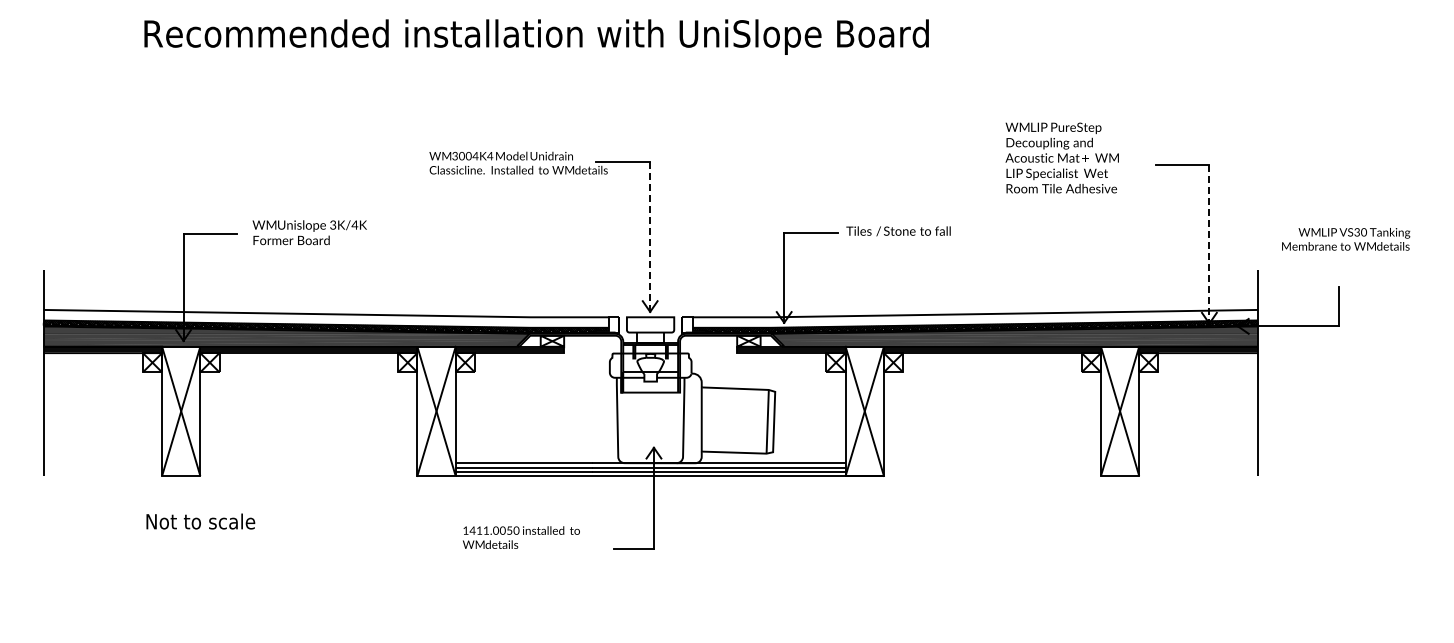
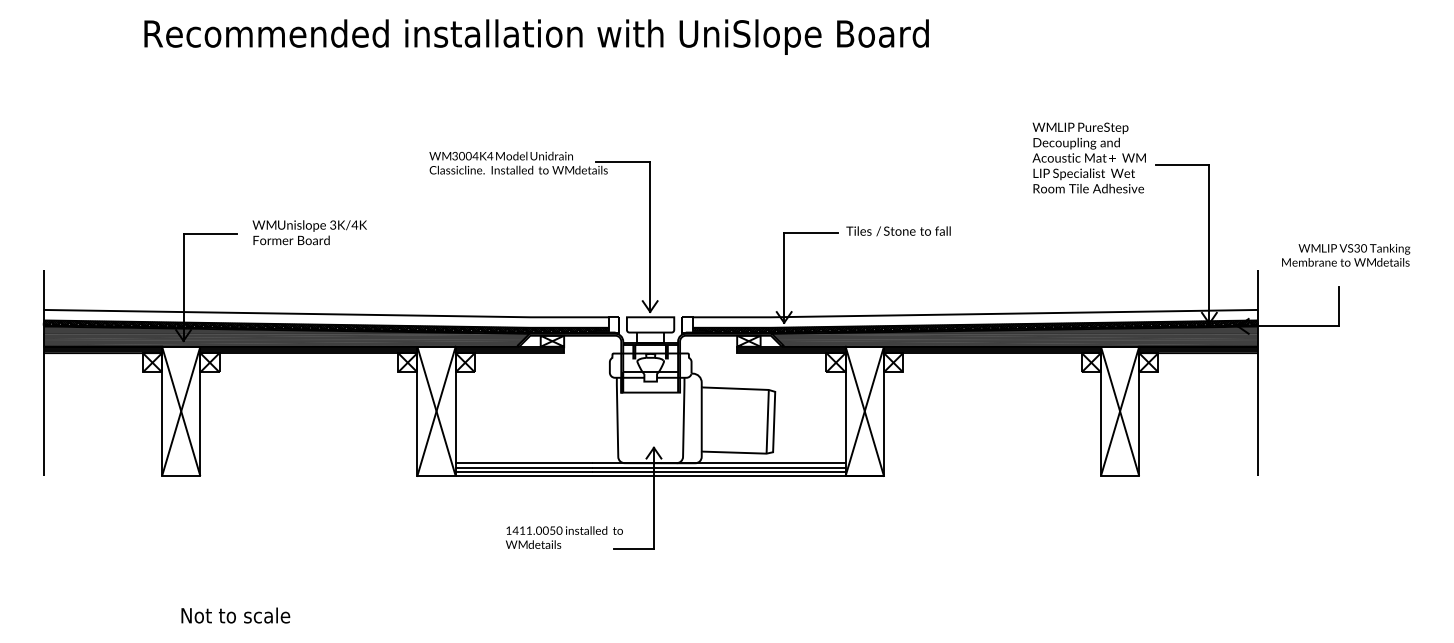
text at (1061, 157) position: (1061, 157) -> (1088, 157)
line at (650, 237): dashed -> solid
text at (1346, 239) position: (1346, 239) -> (1346, 255)
line at (1209, 244): dashed -> solid
text at (200, 521) position: (200, 521) -> (235, 615)
text at (521, 537) position: (521, 537) -> (564, 537)
